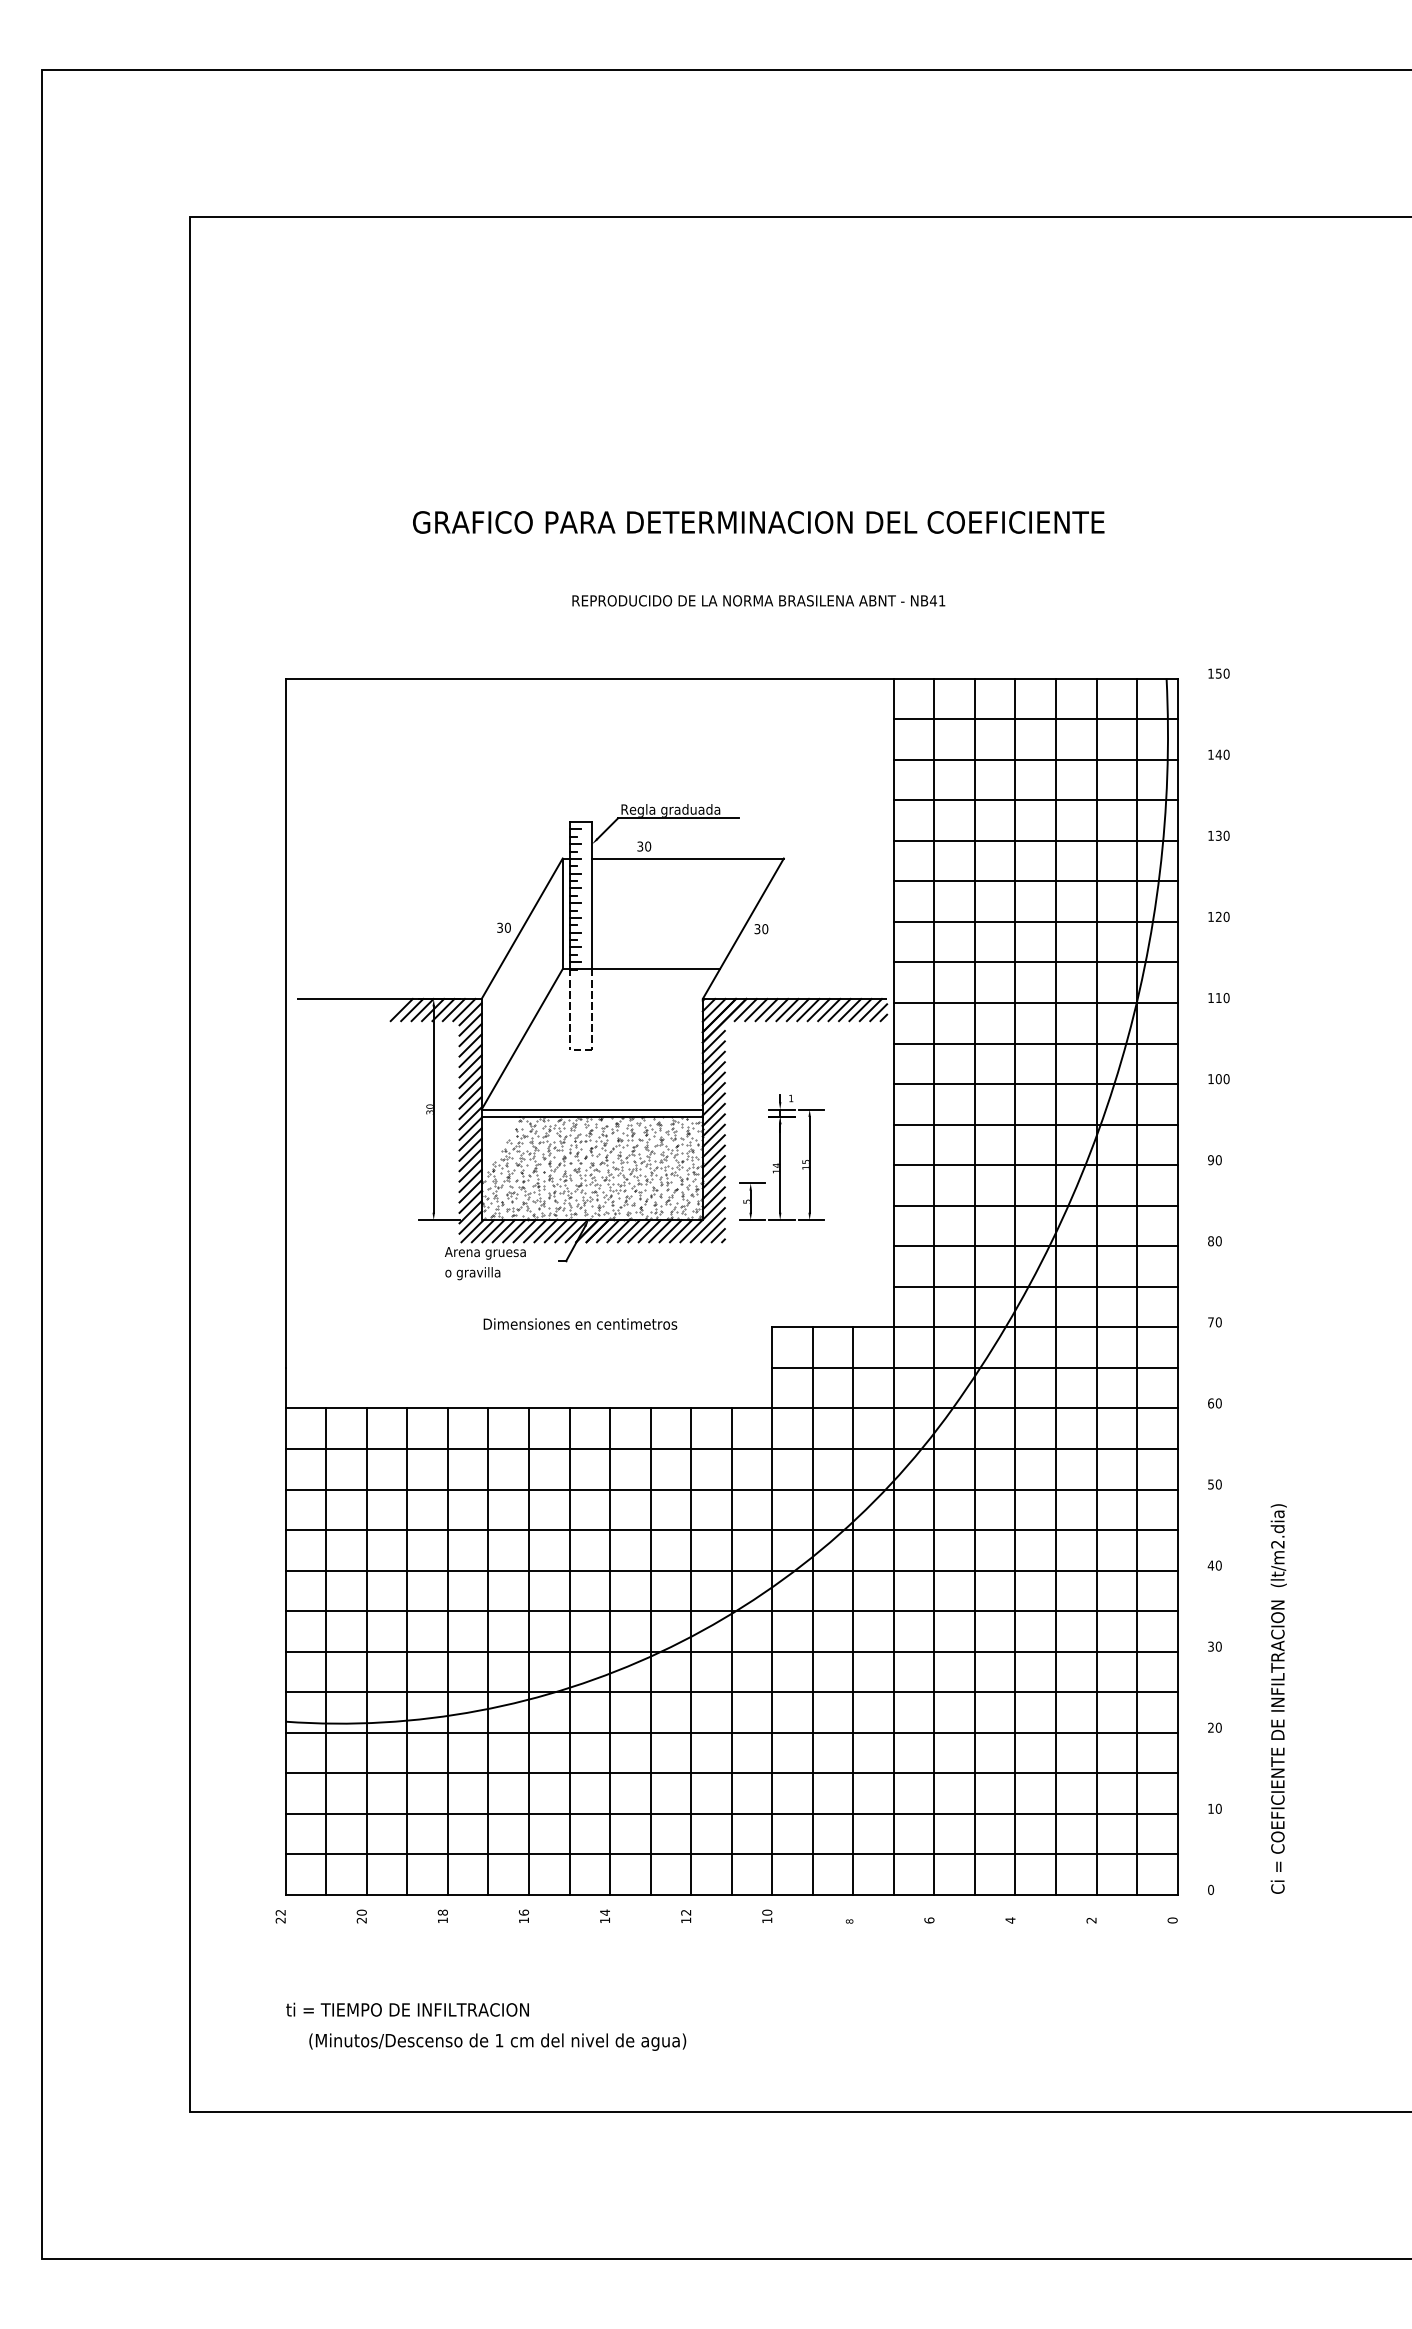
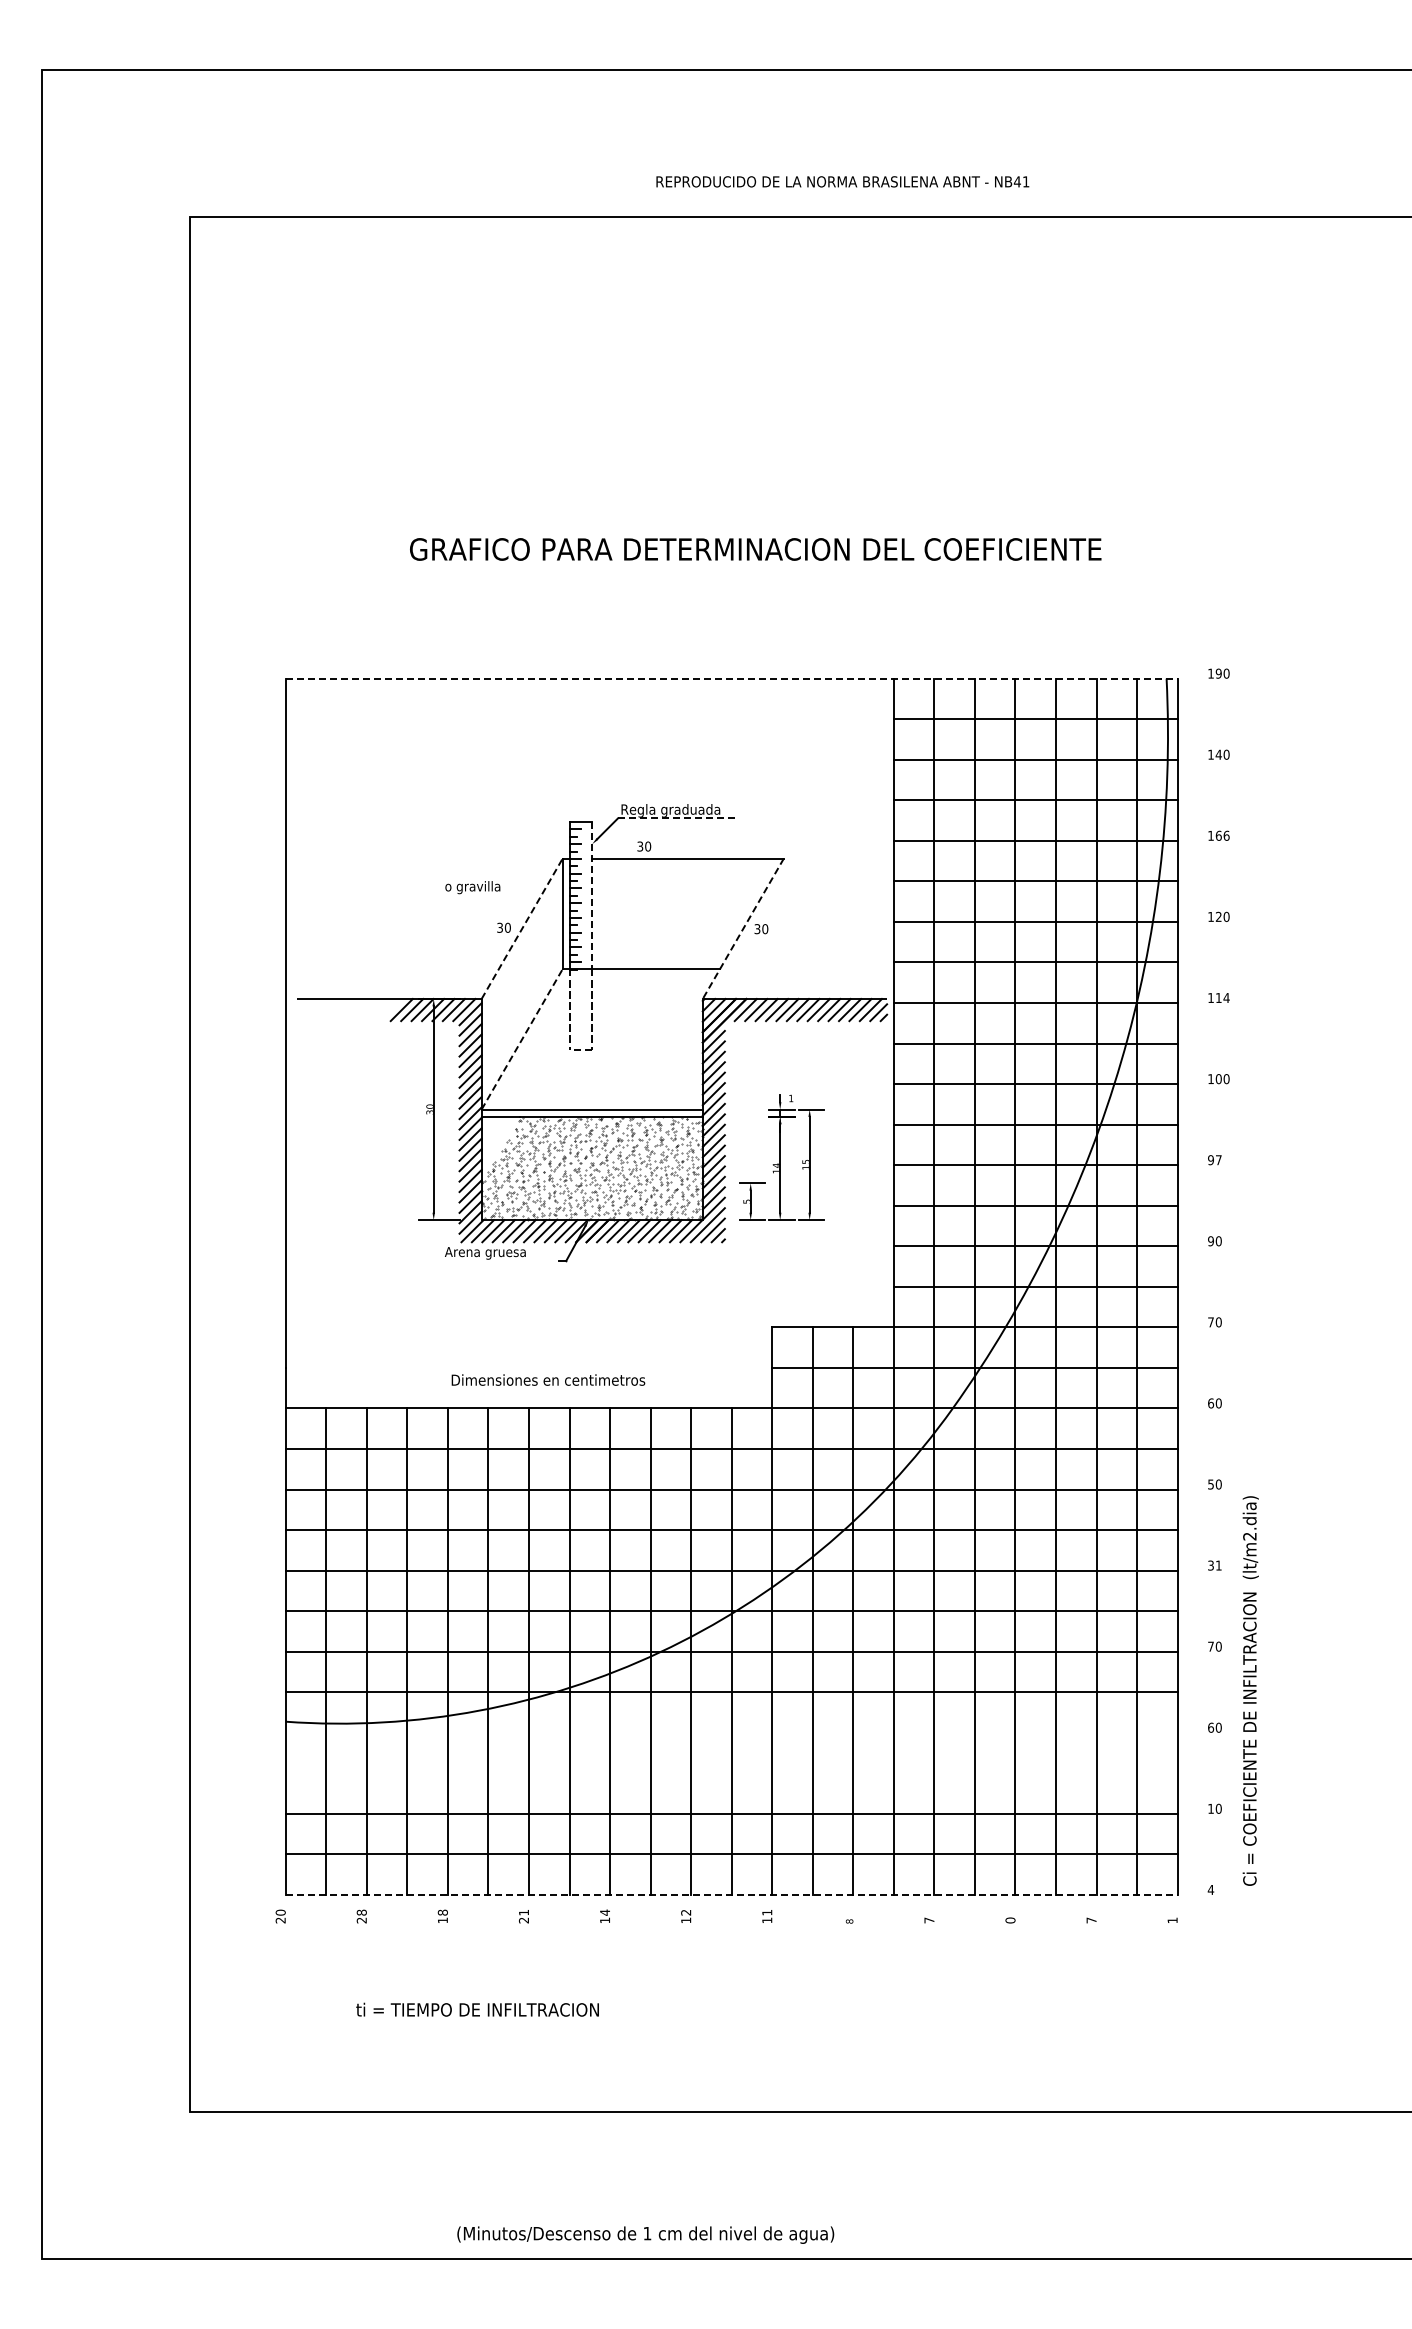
text at (758, 522) position: (758, 522) -> (755, 549)
text at (758, 600) position: (758, 600) -> (842, 181)
text at (1218, 673): 150 -> 190
line at (731, 678): solid -> dashed
line at (678, 818): solid -> dashed
text at (1222, 835): 130 -> 166
line at (592, 895): solid -> dashed
line at (522, 928): solid -> dashed
line at (743, 929): solid -> dashed
text at (1226, 998): 110 -> 114
line at (522, 1038): solid -> dashed
text at (1218, 1160): 90 -> 97
text at (1210, 1241): 80 -> 90
text at (472, 1273) position: (472, 1273) -> (472, 887)
text at (580, 1323) position: (580, 1323) -> (548, 1379)
text at (1214, 1565): 40 -> 31
text at (1210, 1646): 30 -> 70
text at (1278, 1698) position: (1278, 1698) -> (1250, 1690)
text at (1211, 1727): 20 -> 60
line at (731, 1732): present -> none
line at (731, 1773): present -> none
text at (1210, 1889): 0 -> 4
line at (731, 1894): solid -> dashed
text at (280, 1912): 22 -> 20
text at (361, 1912): 20 -> 28
text at (767, 1912): 10 -> 11
text at (523, 1916): 16 -> 21
text at (929, 1920): 6 -> 7
text at (1010, 1920): 4 -> 0
text at (1091, 1920): 2 -> 7
text at (1172, 1920): 0 -> 1
text at (407, 2009) position: (407, 2009) -> (477, 2009)
text at (497, 2041) position: (497, 2041) -> (645, 2234)
